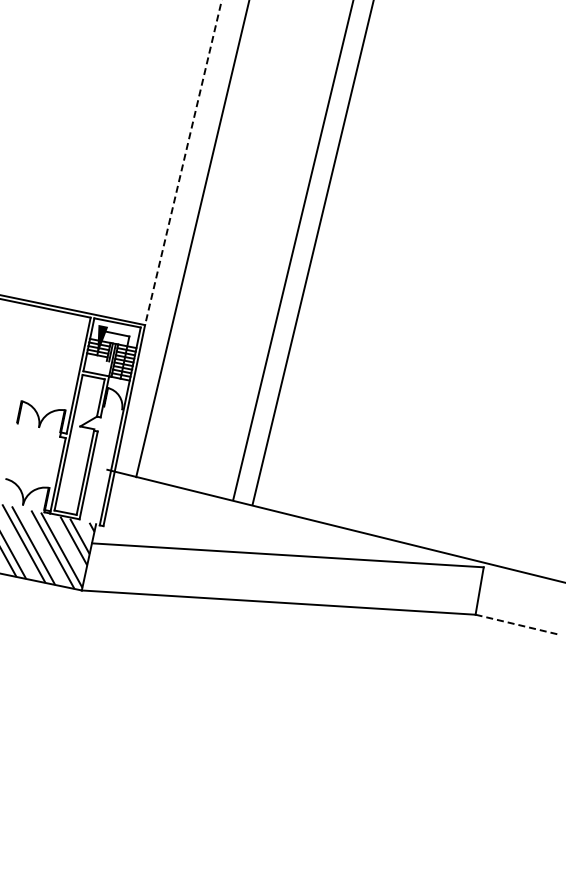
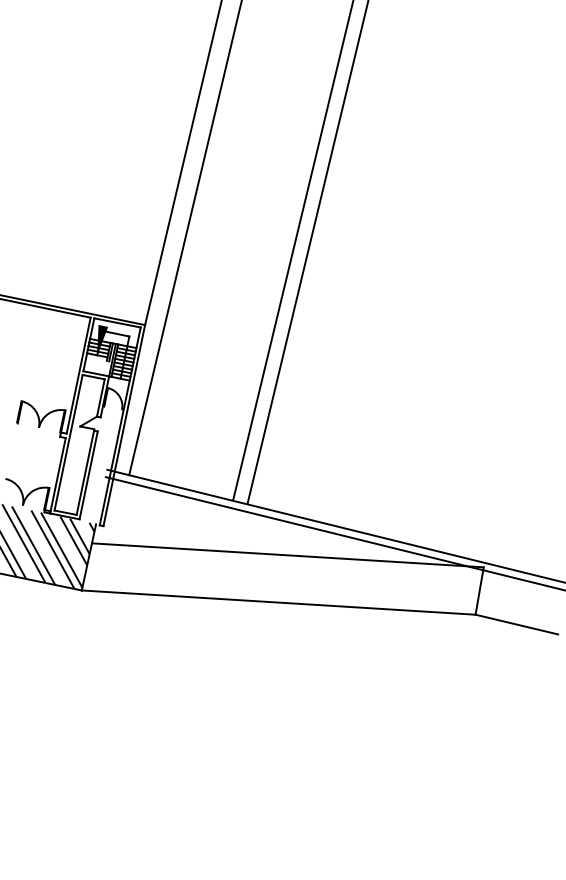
line at (183, 162): dashed -> solid
line at (192, 239) position: (192, 239) -> (185, 238)
line at (312, 253) position: (312, 253) -> (307, 252)
line at (333, 533): none -> present
line at (517, 624): dashed -> solid
